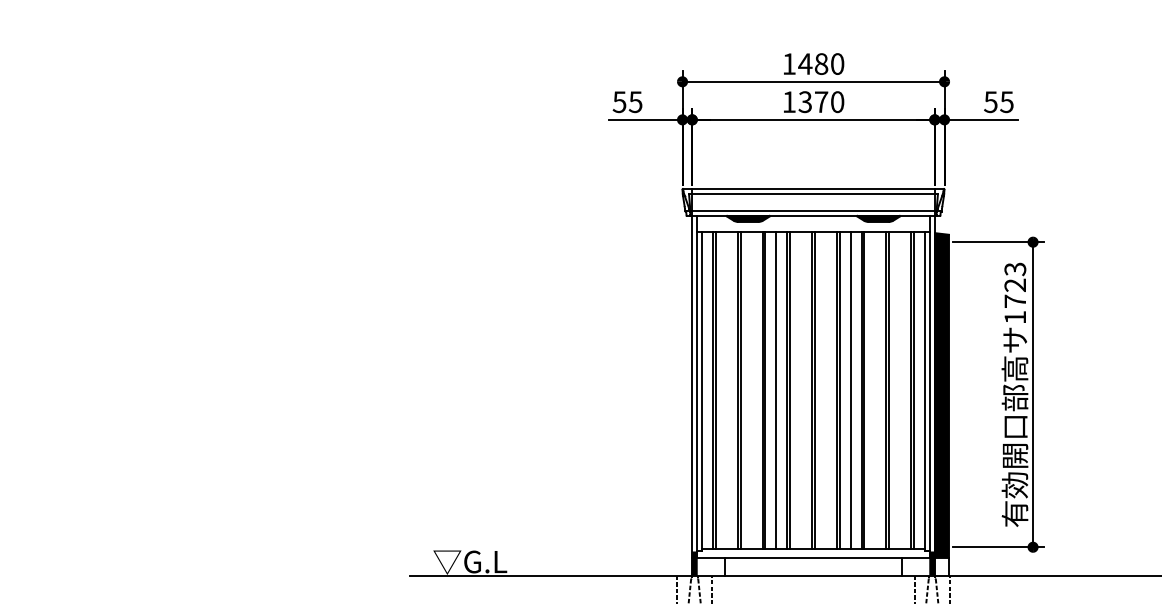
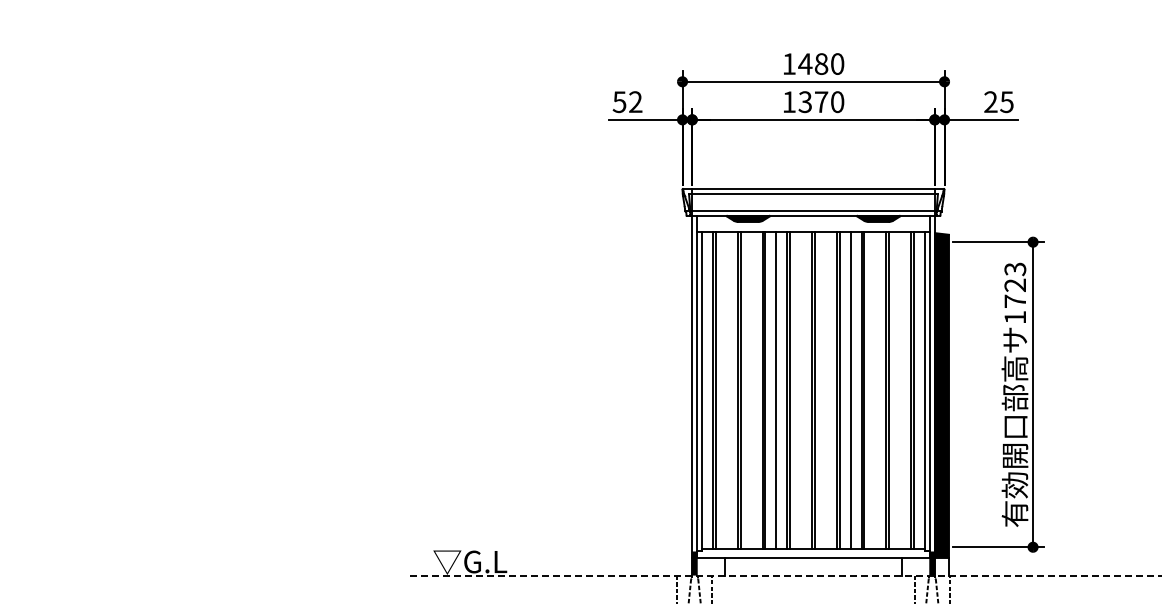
text at (635, 102): 55 -> 52
text at (990, 102): 55 -> 25
line at (786, 575): solid -> dashed
